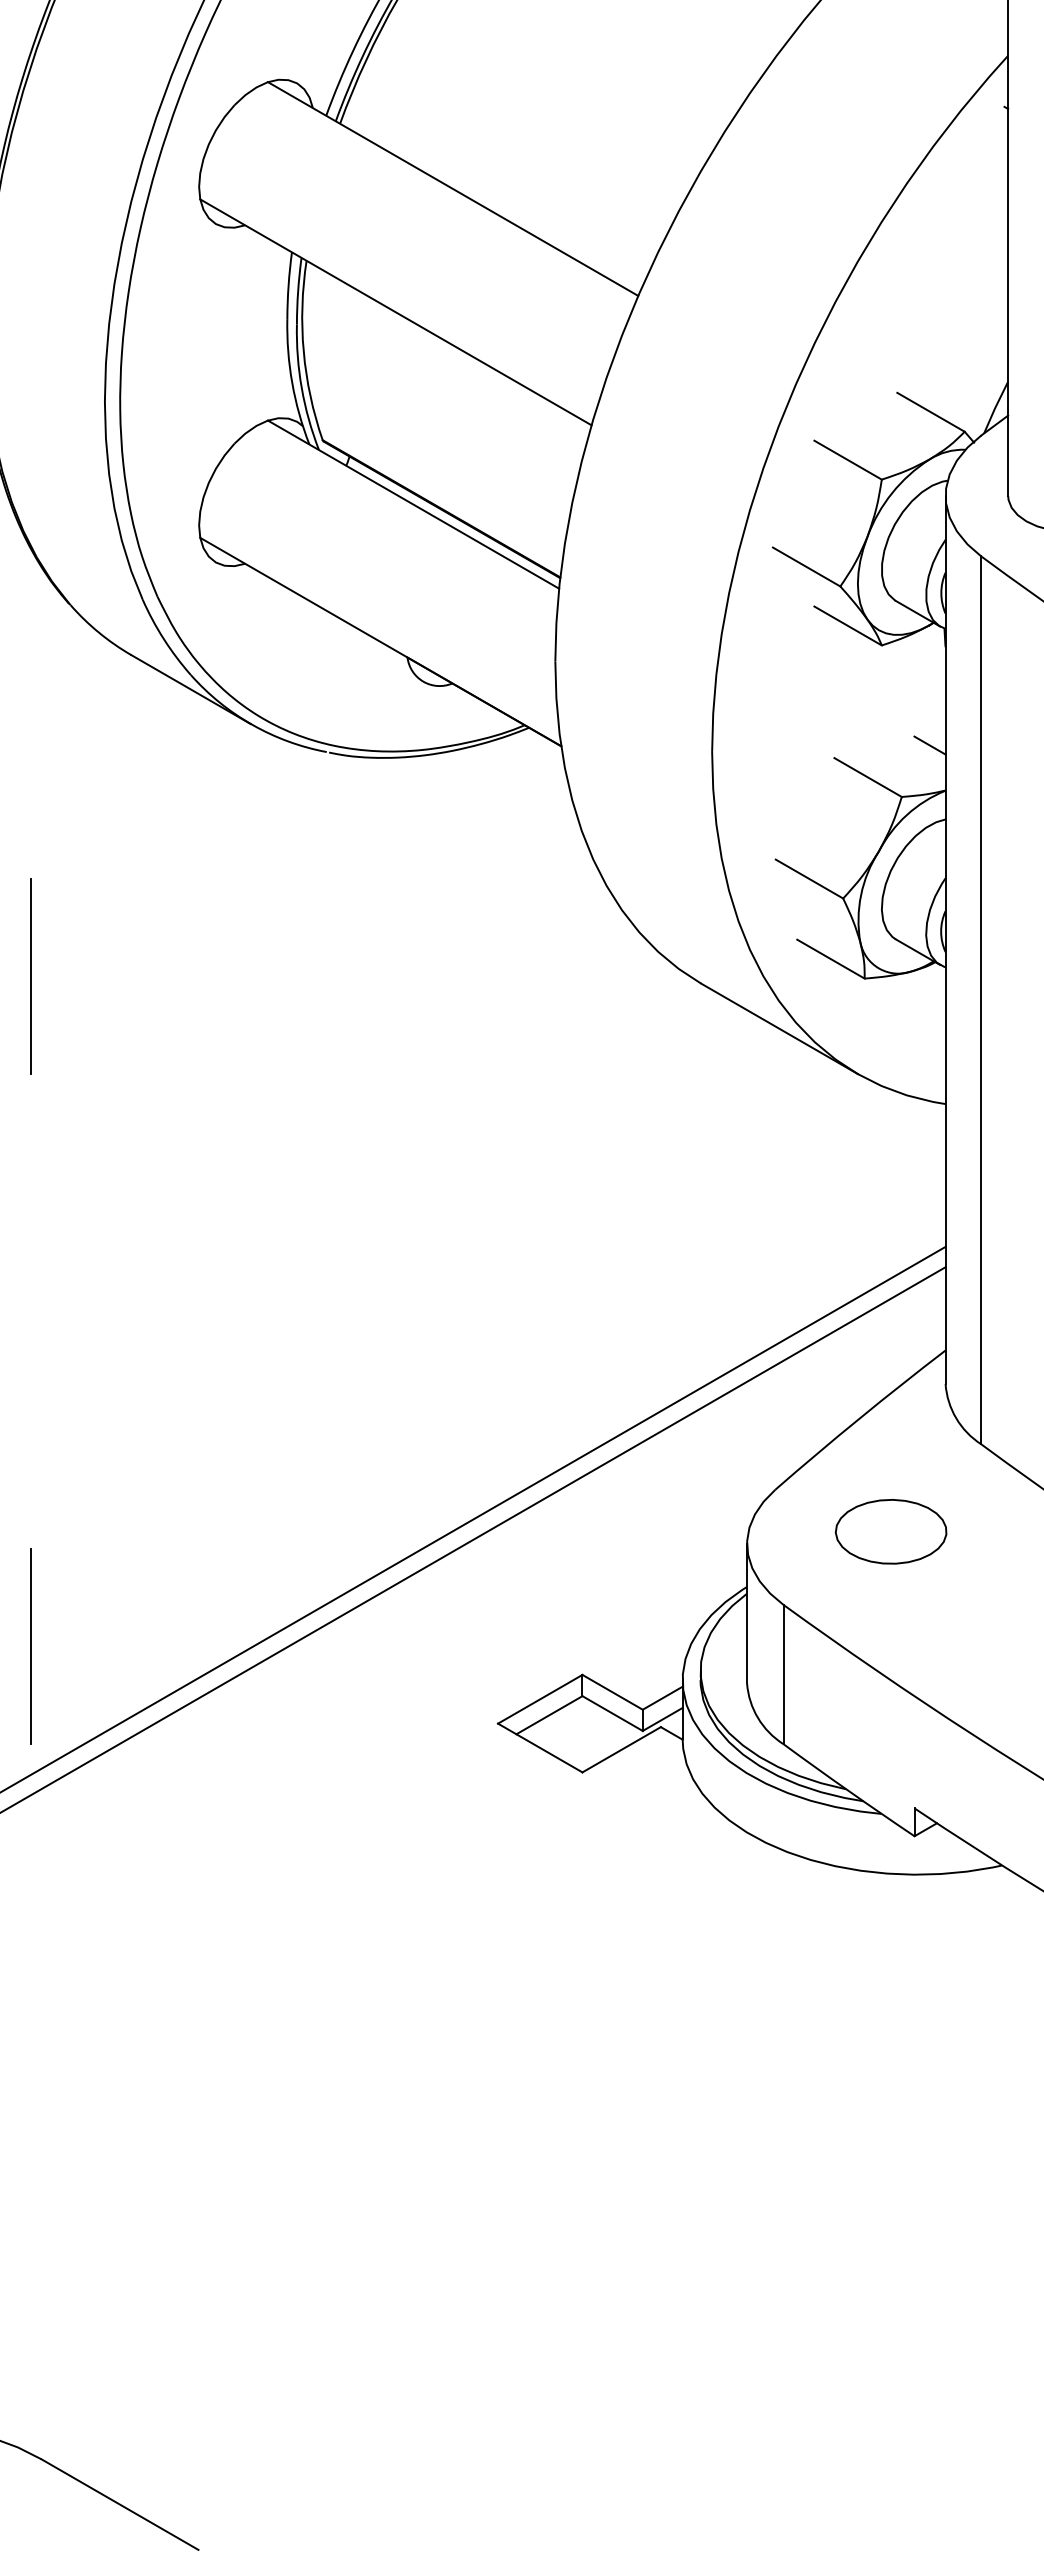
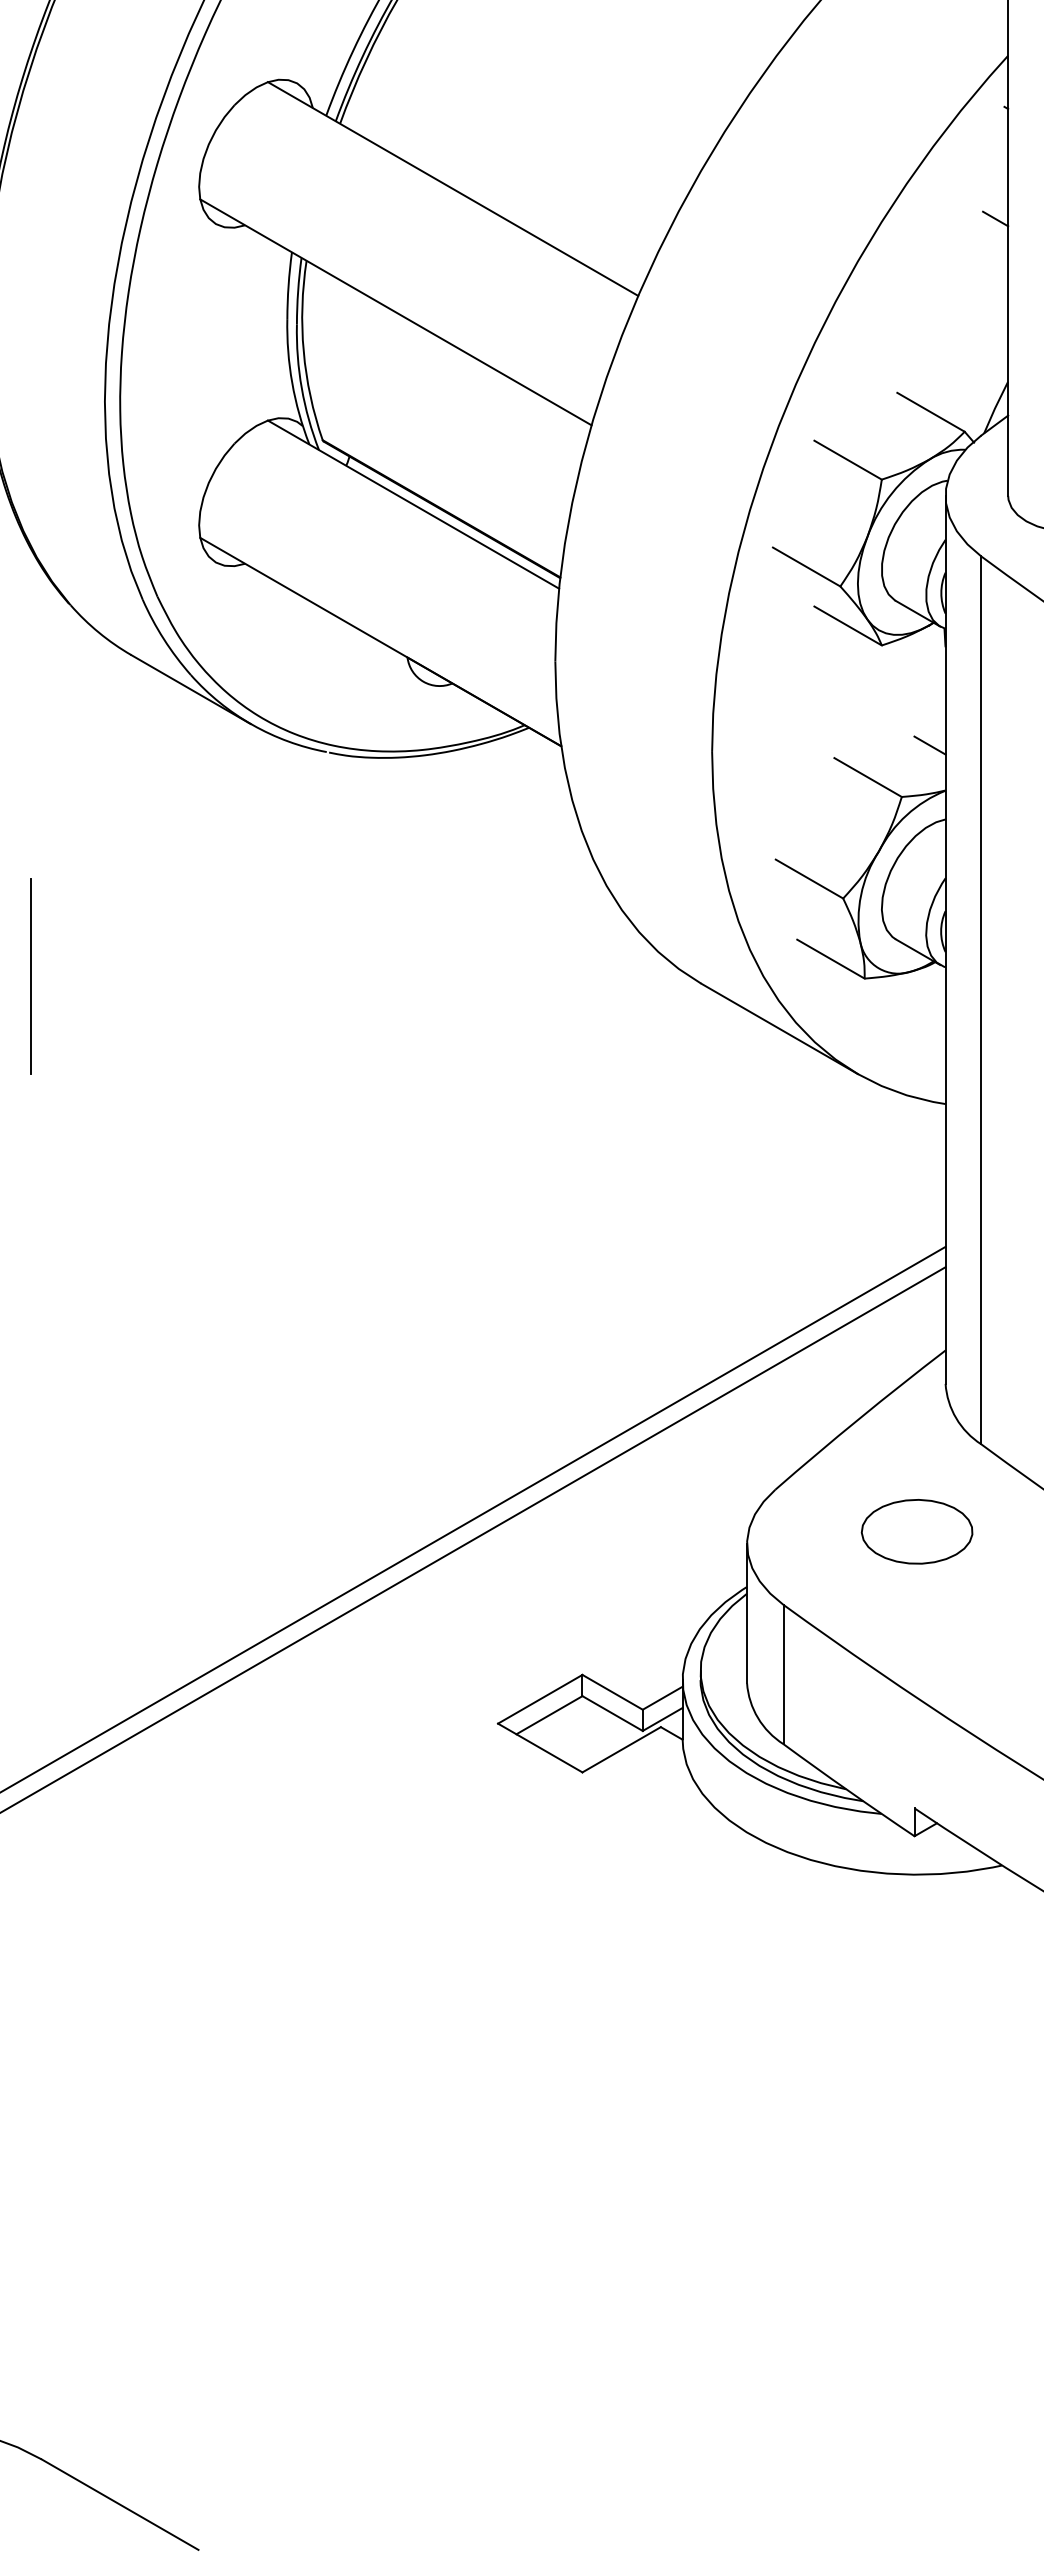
line at (995, 218): none -> present
part at (890, 1531) position: (890, 1531) -> (916, 1531)
line at (30, 1646): present -> none
